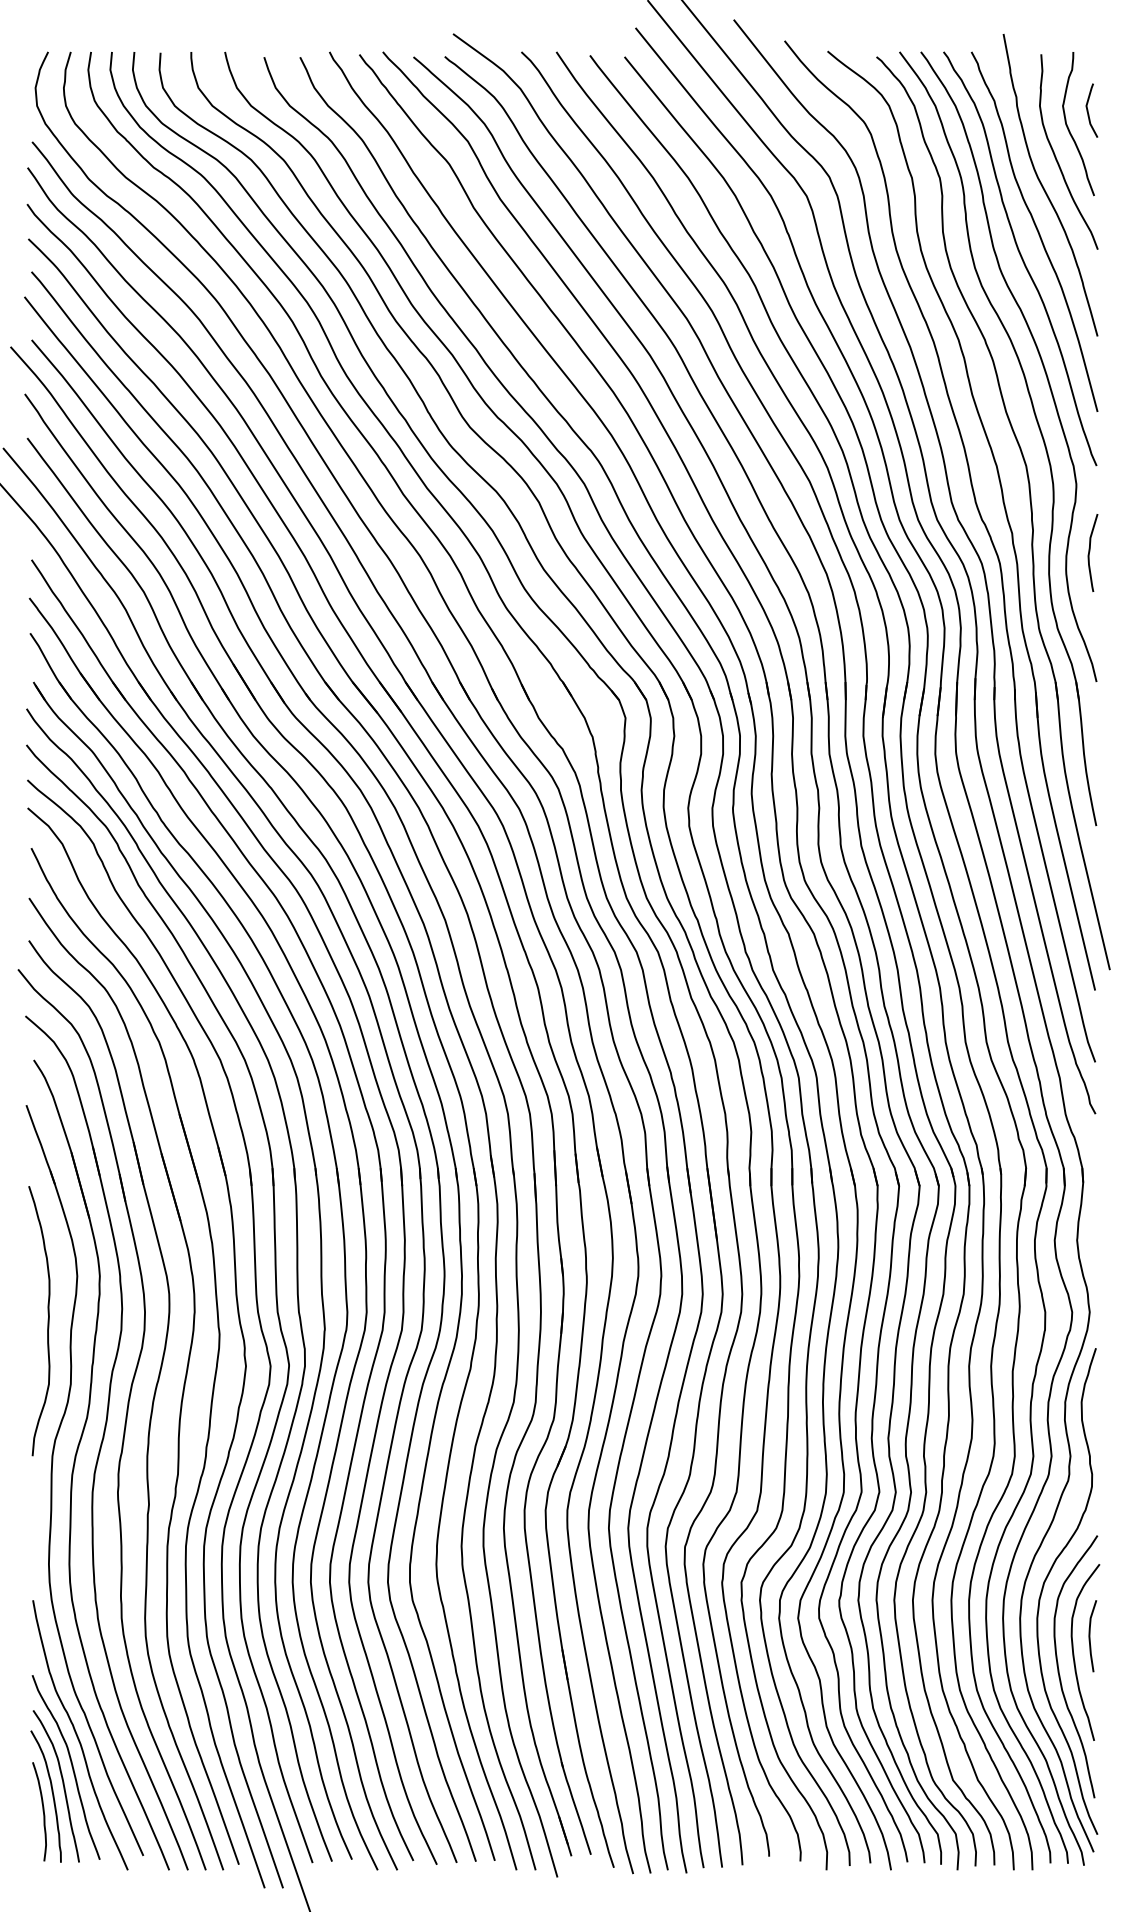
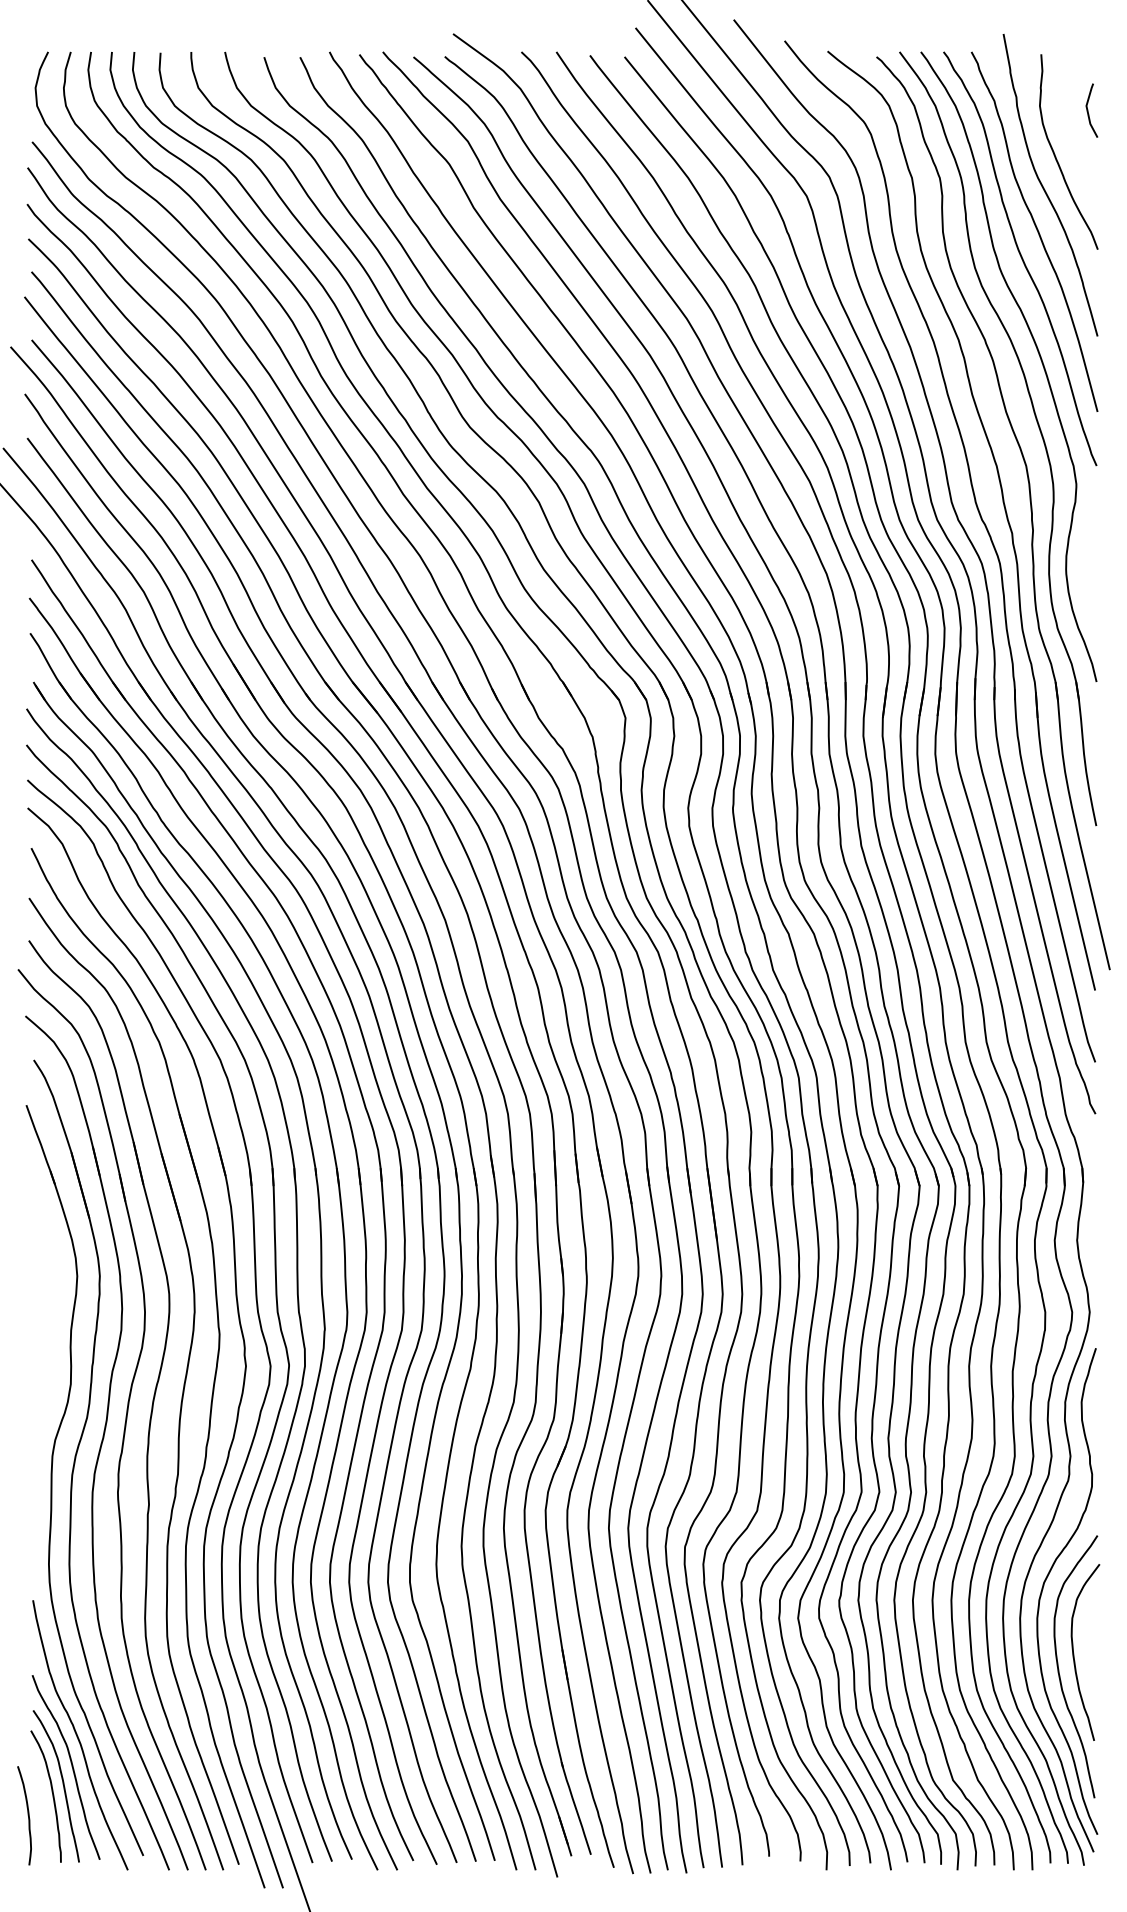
curve at (1069, 128): present -> none
curve at (1090, 551): present -> none
curve at (47, 1321): present -> none
curve at (1090, 1636): present -> none
curve at (42, 1811) position: (42, 1811) -> (27, 1815)
